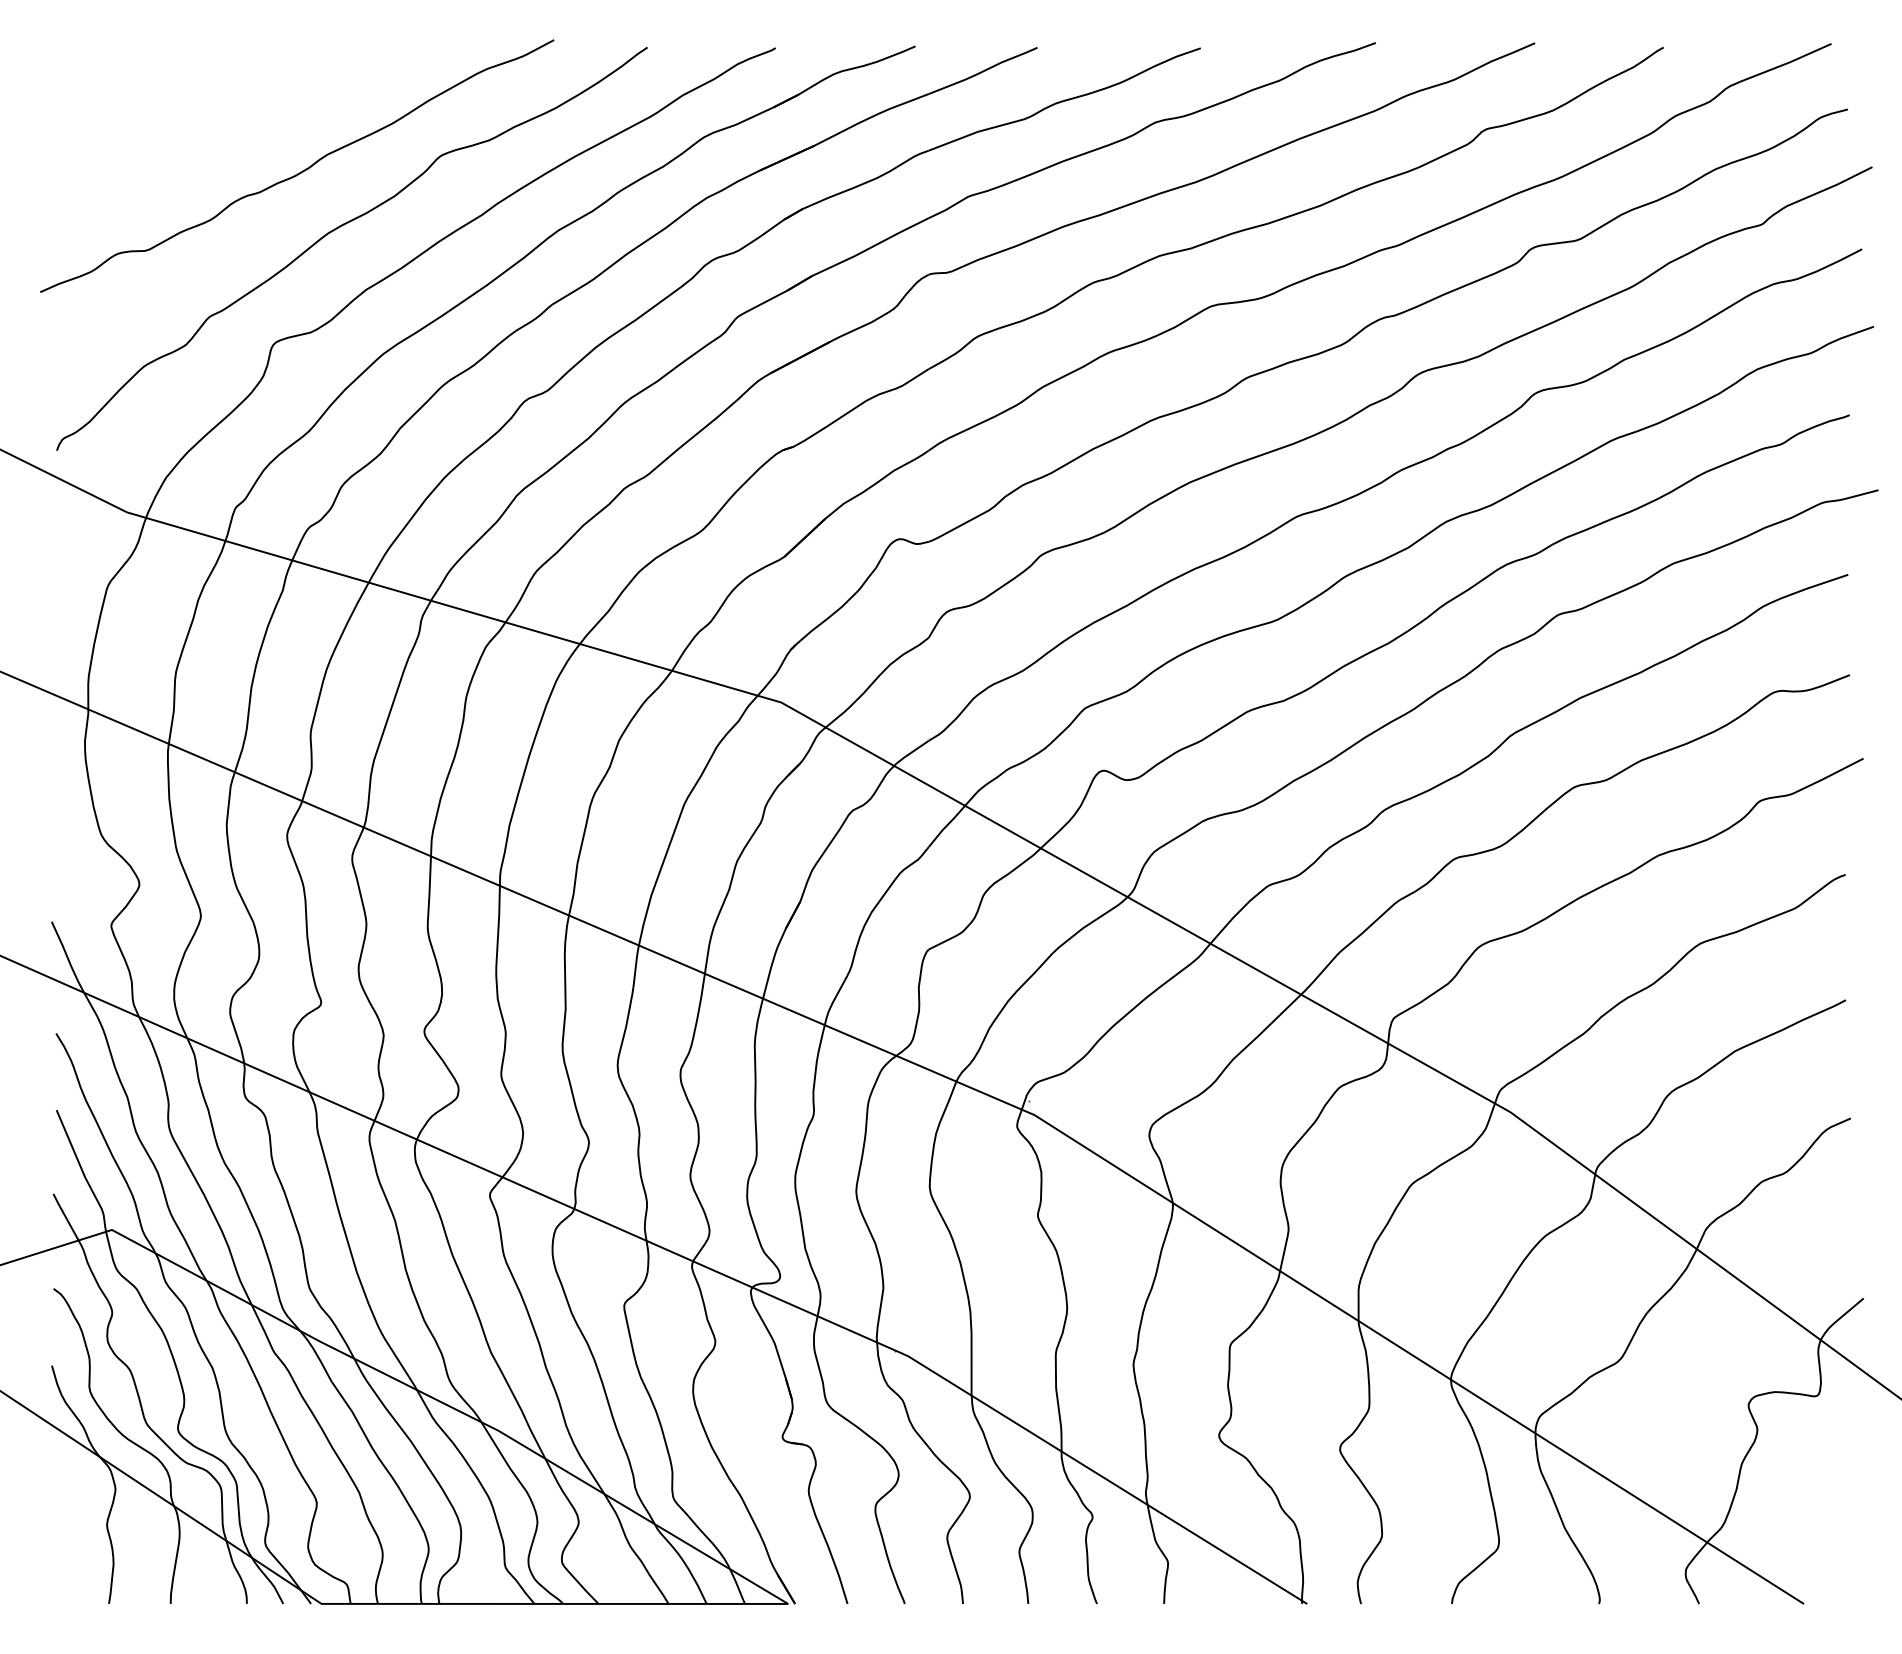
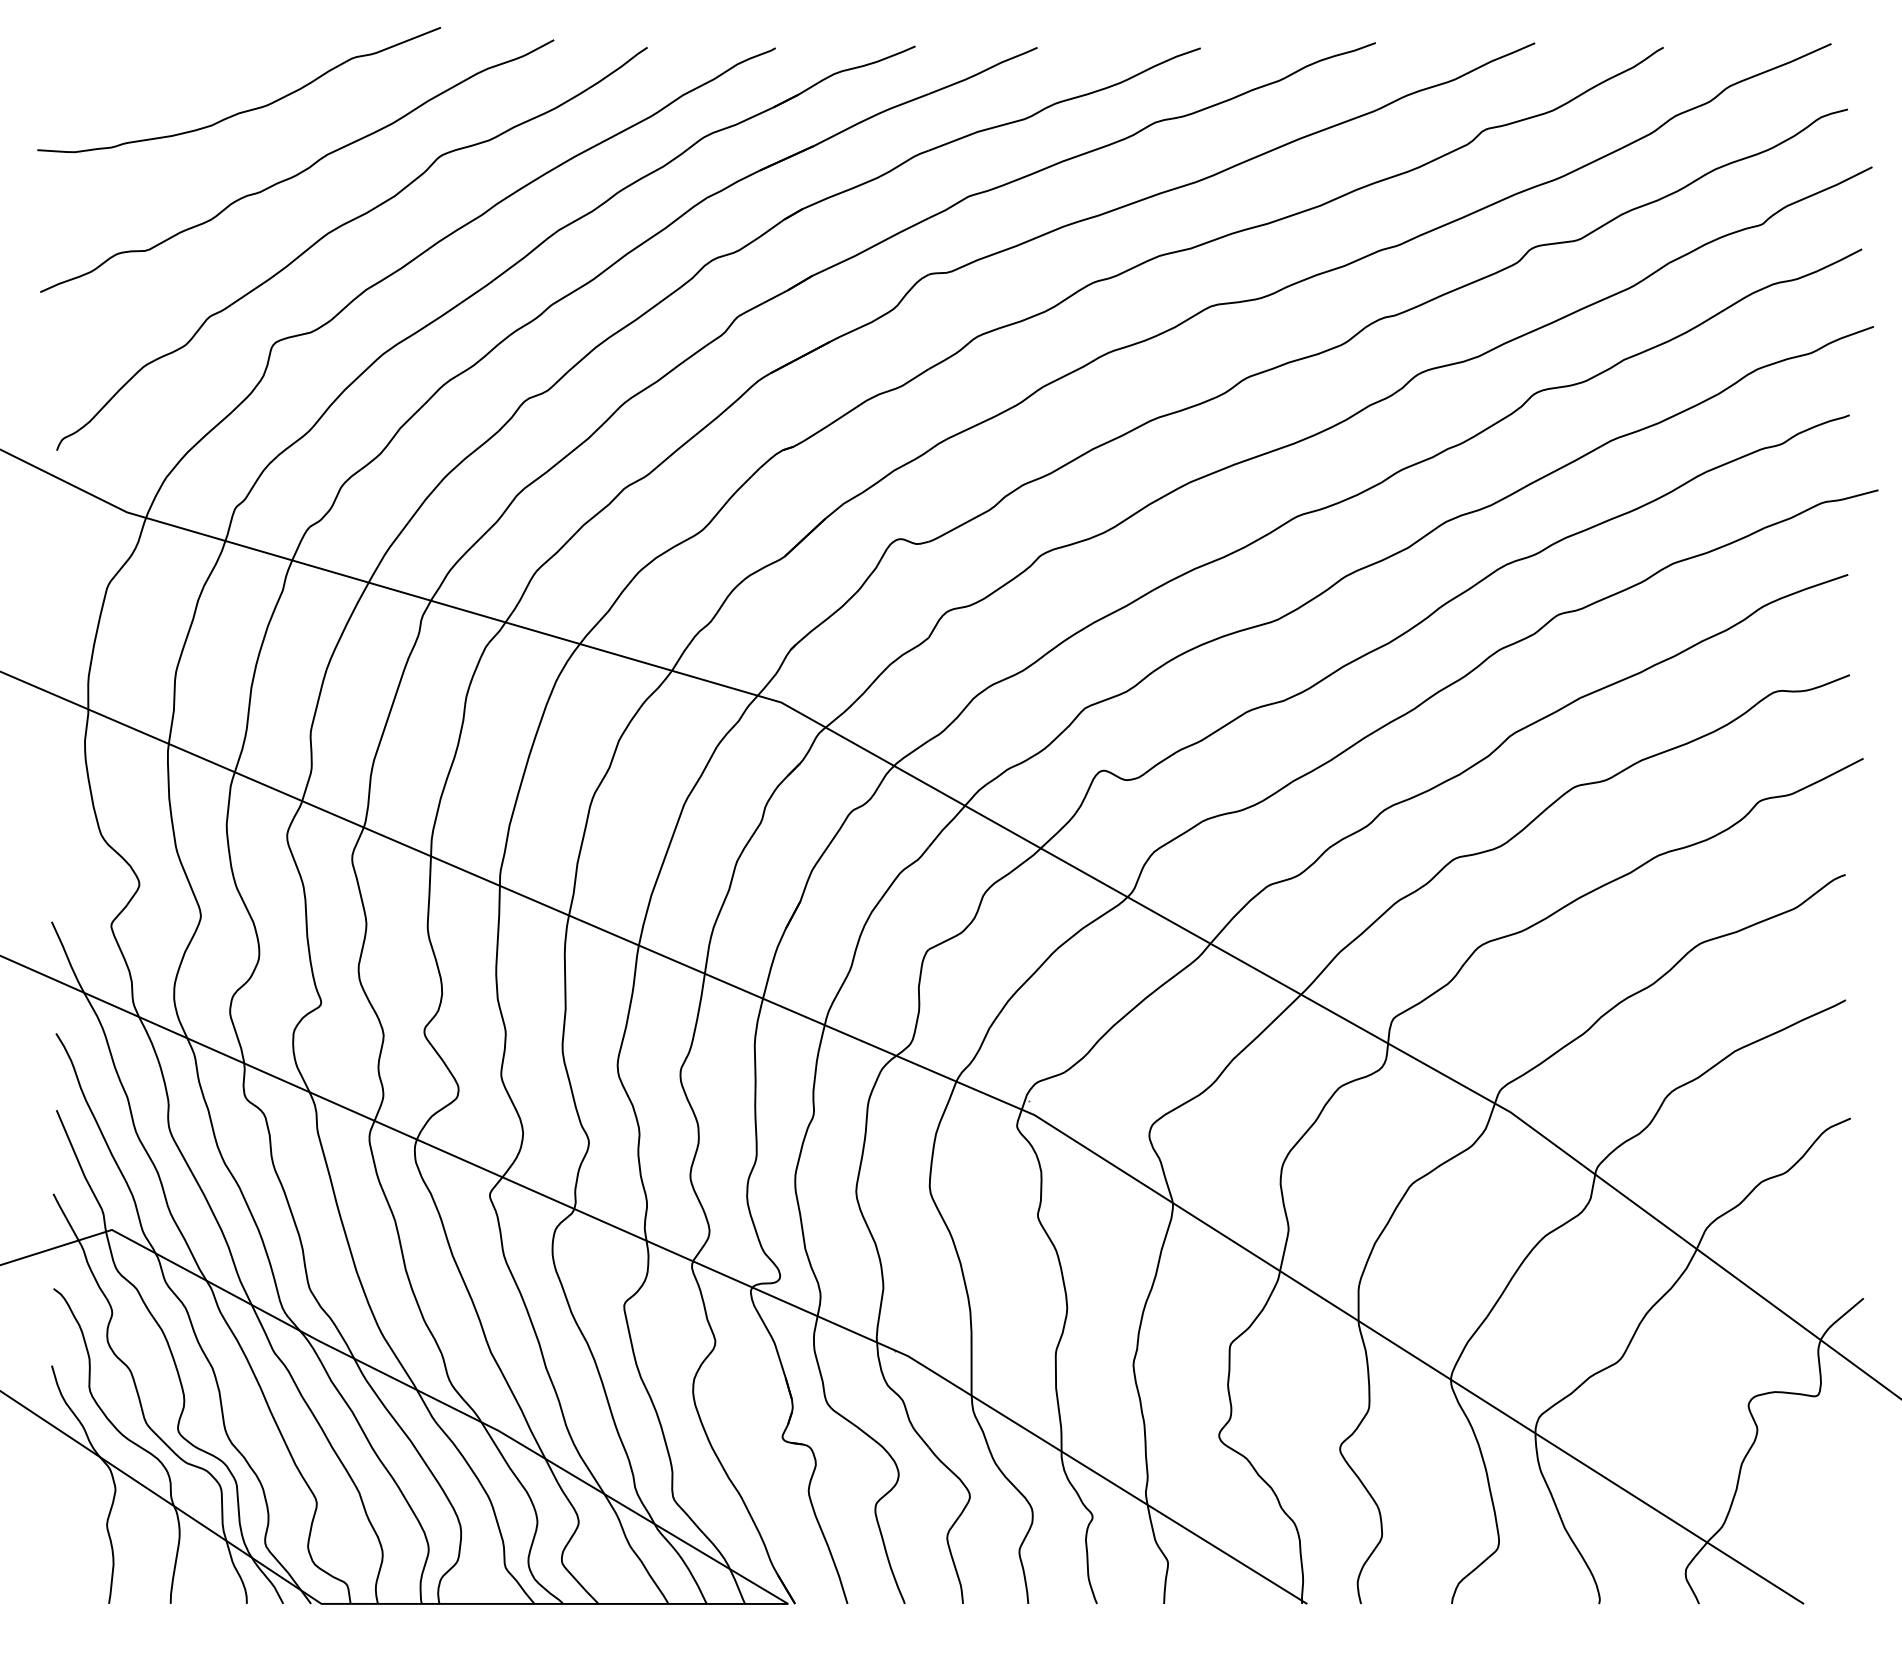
curve at (245, 110): none -> present
